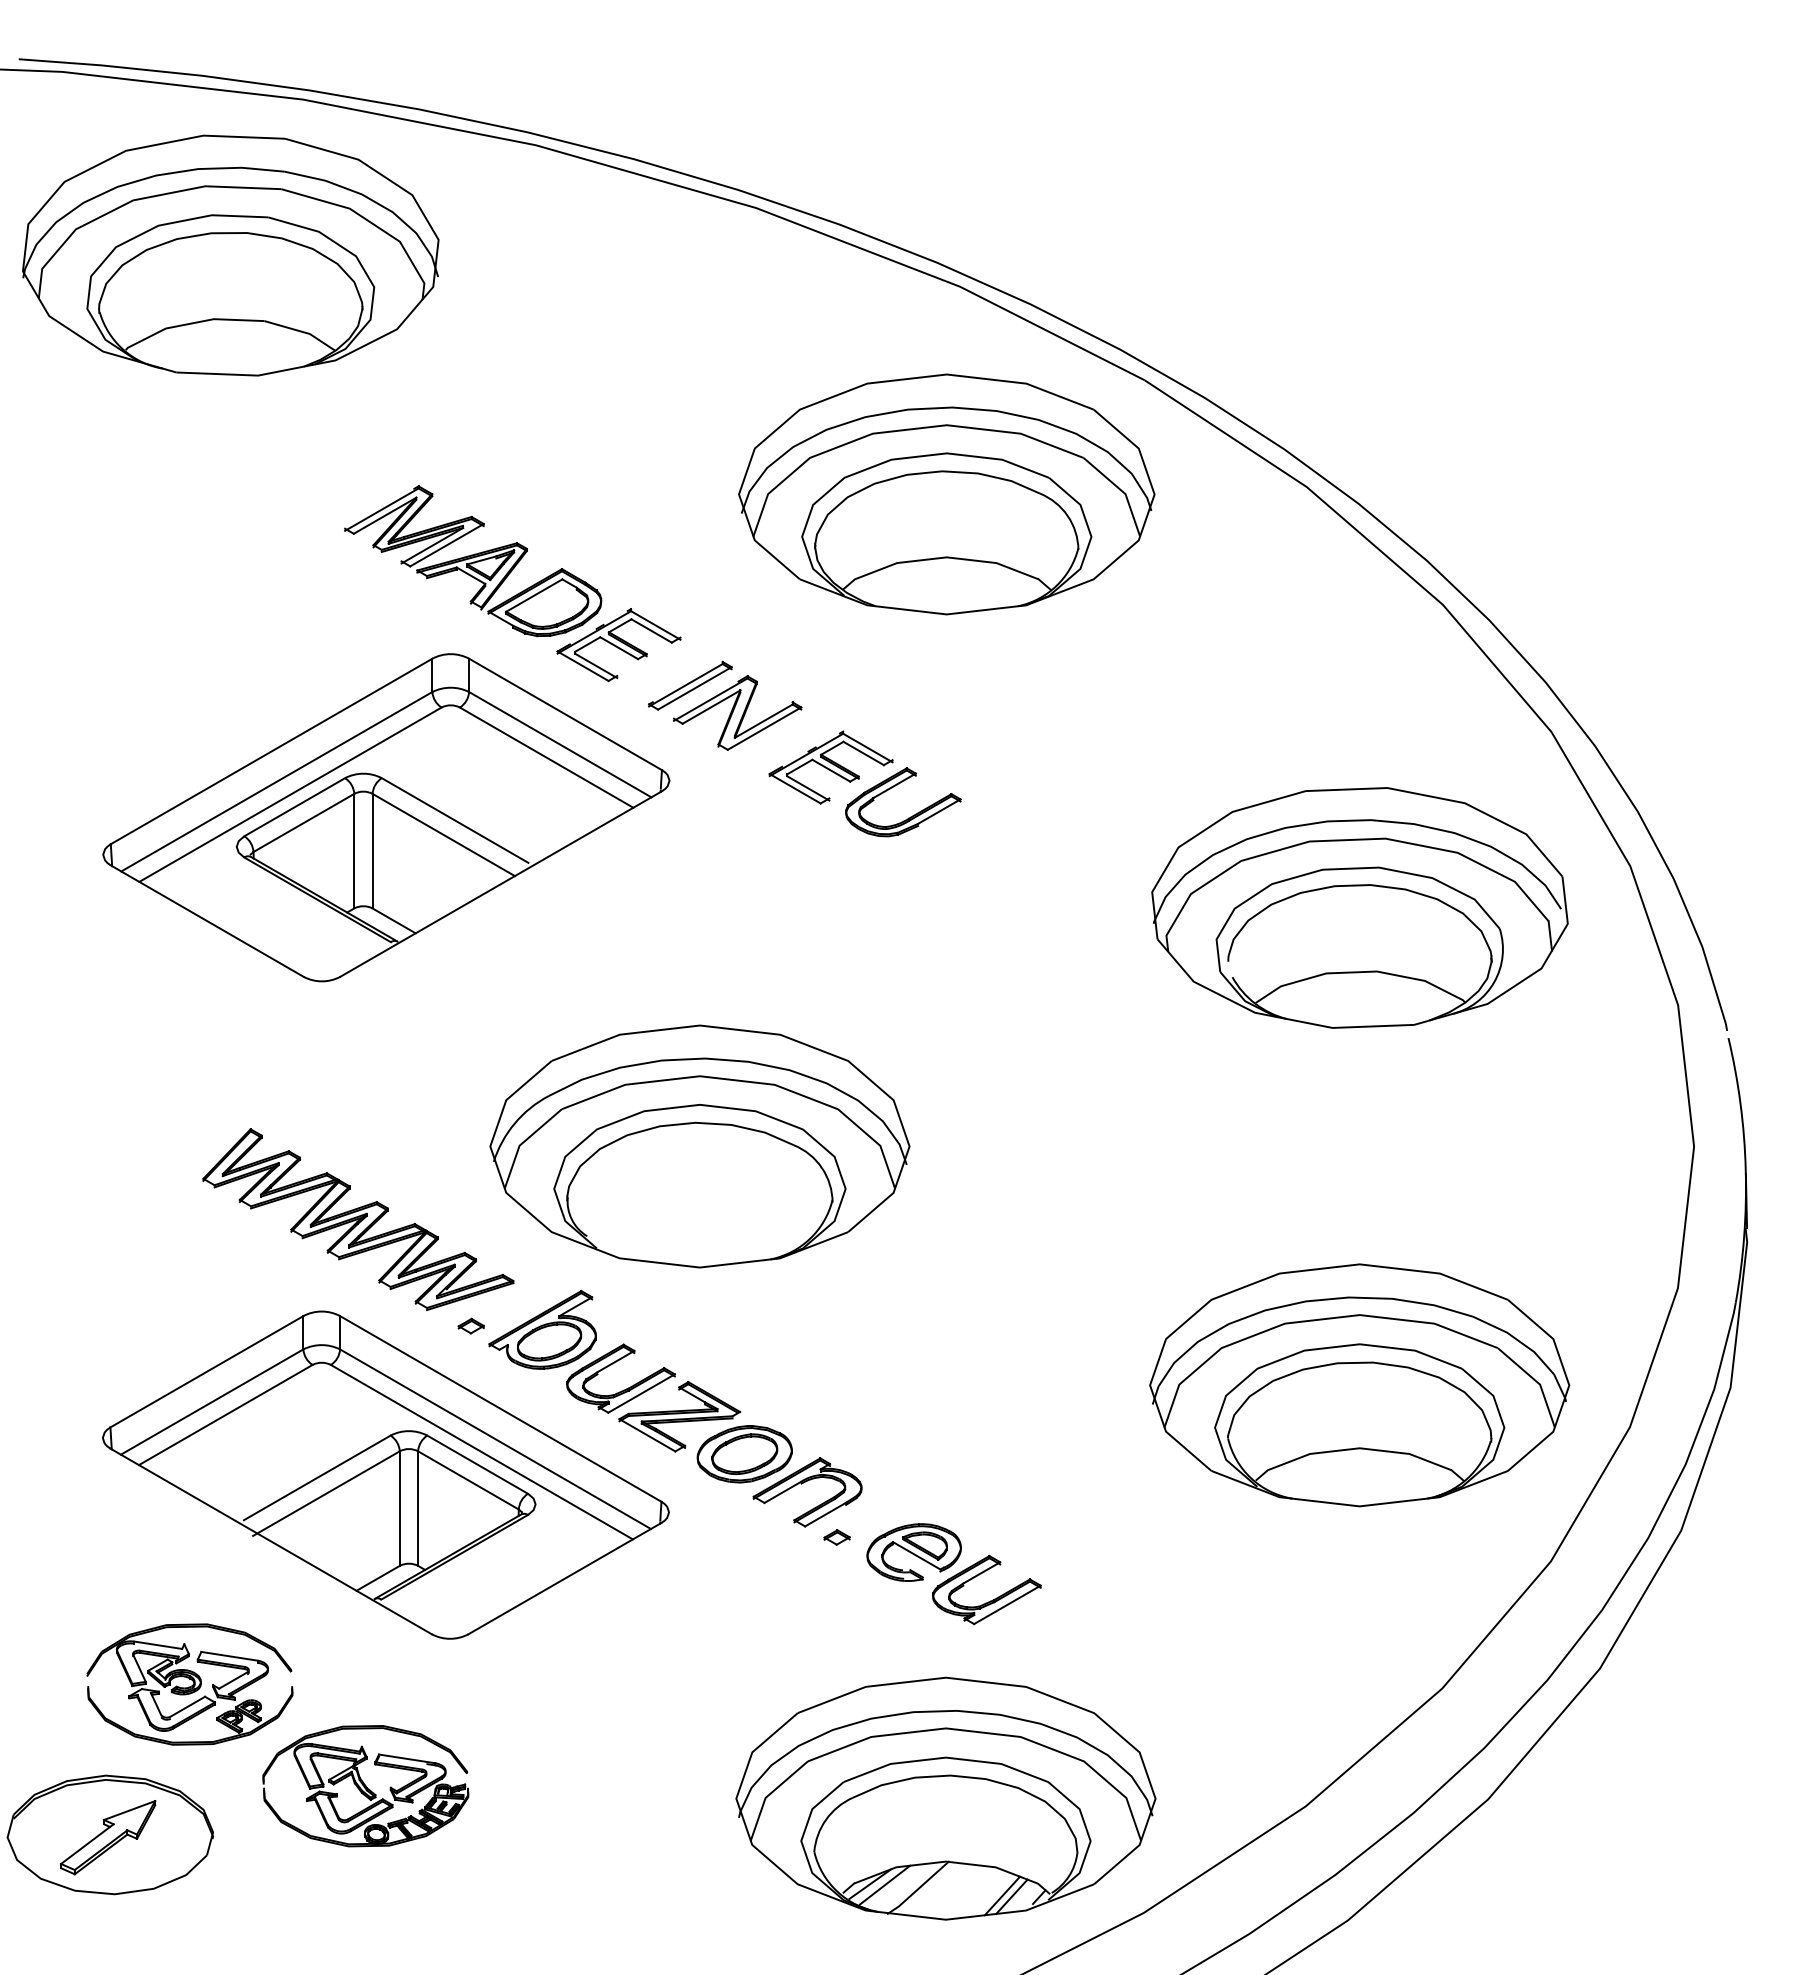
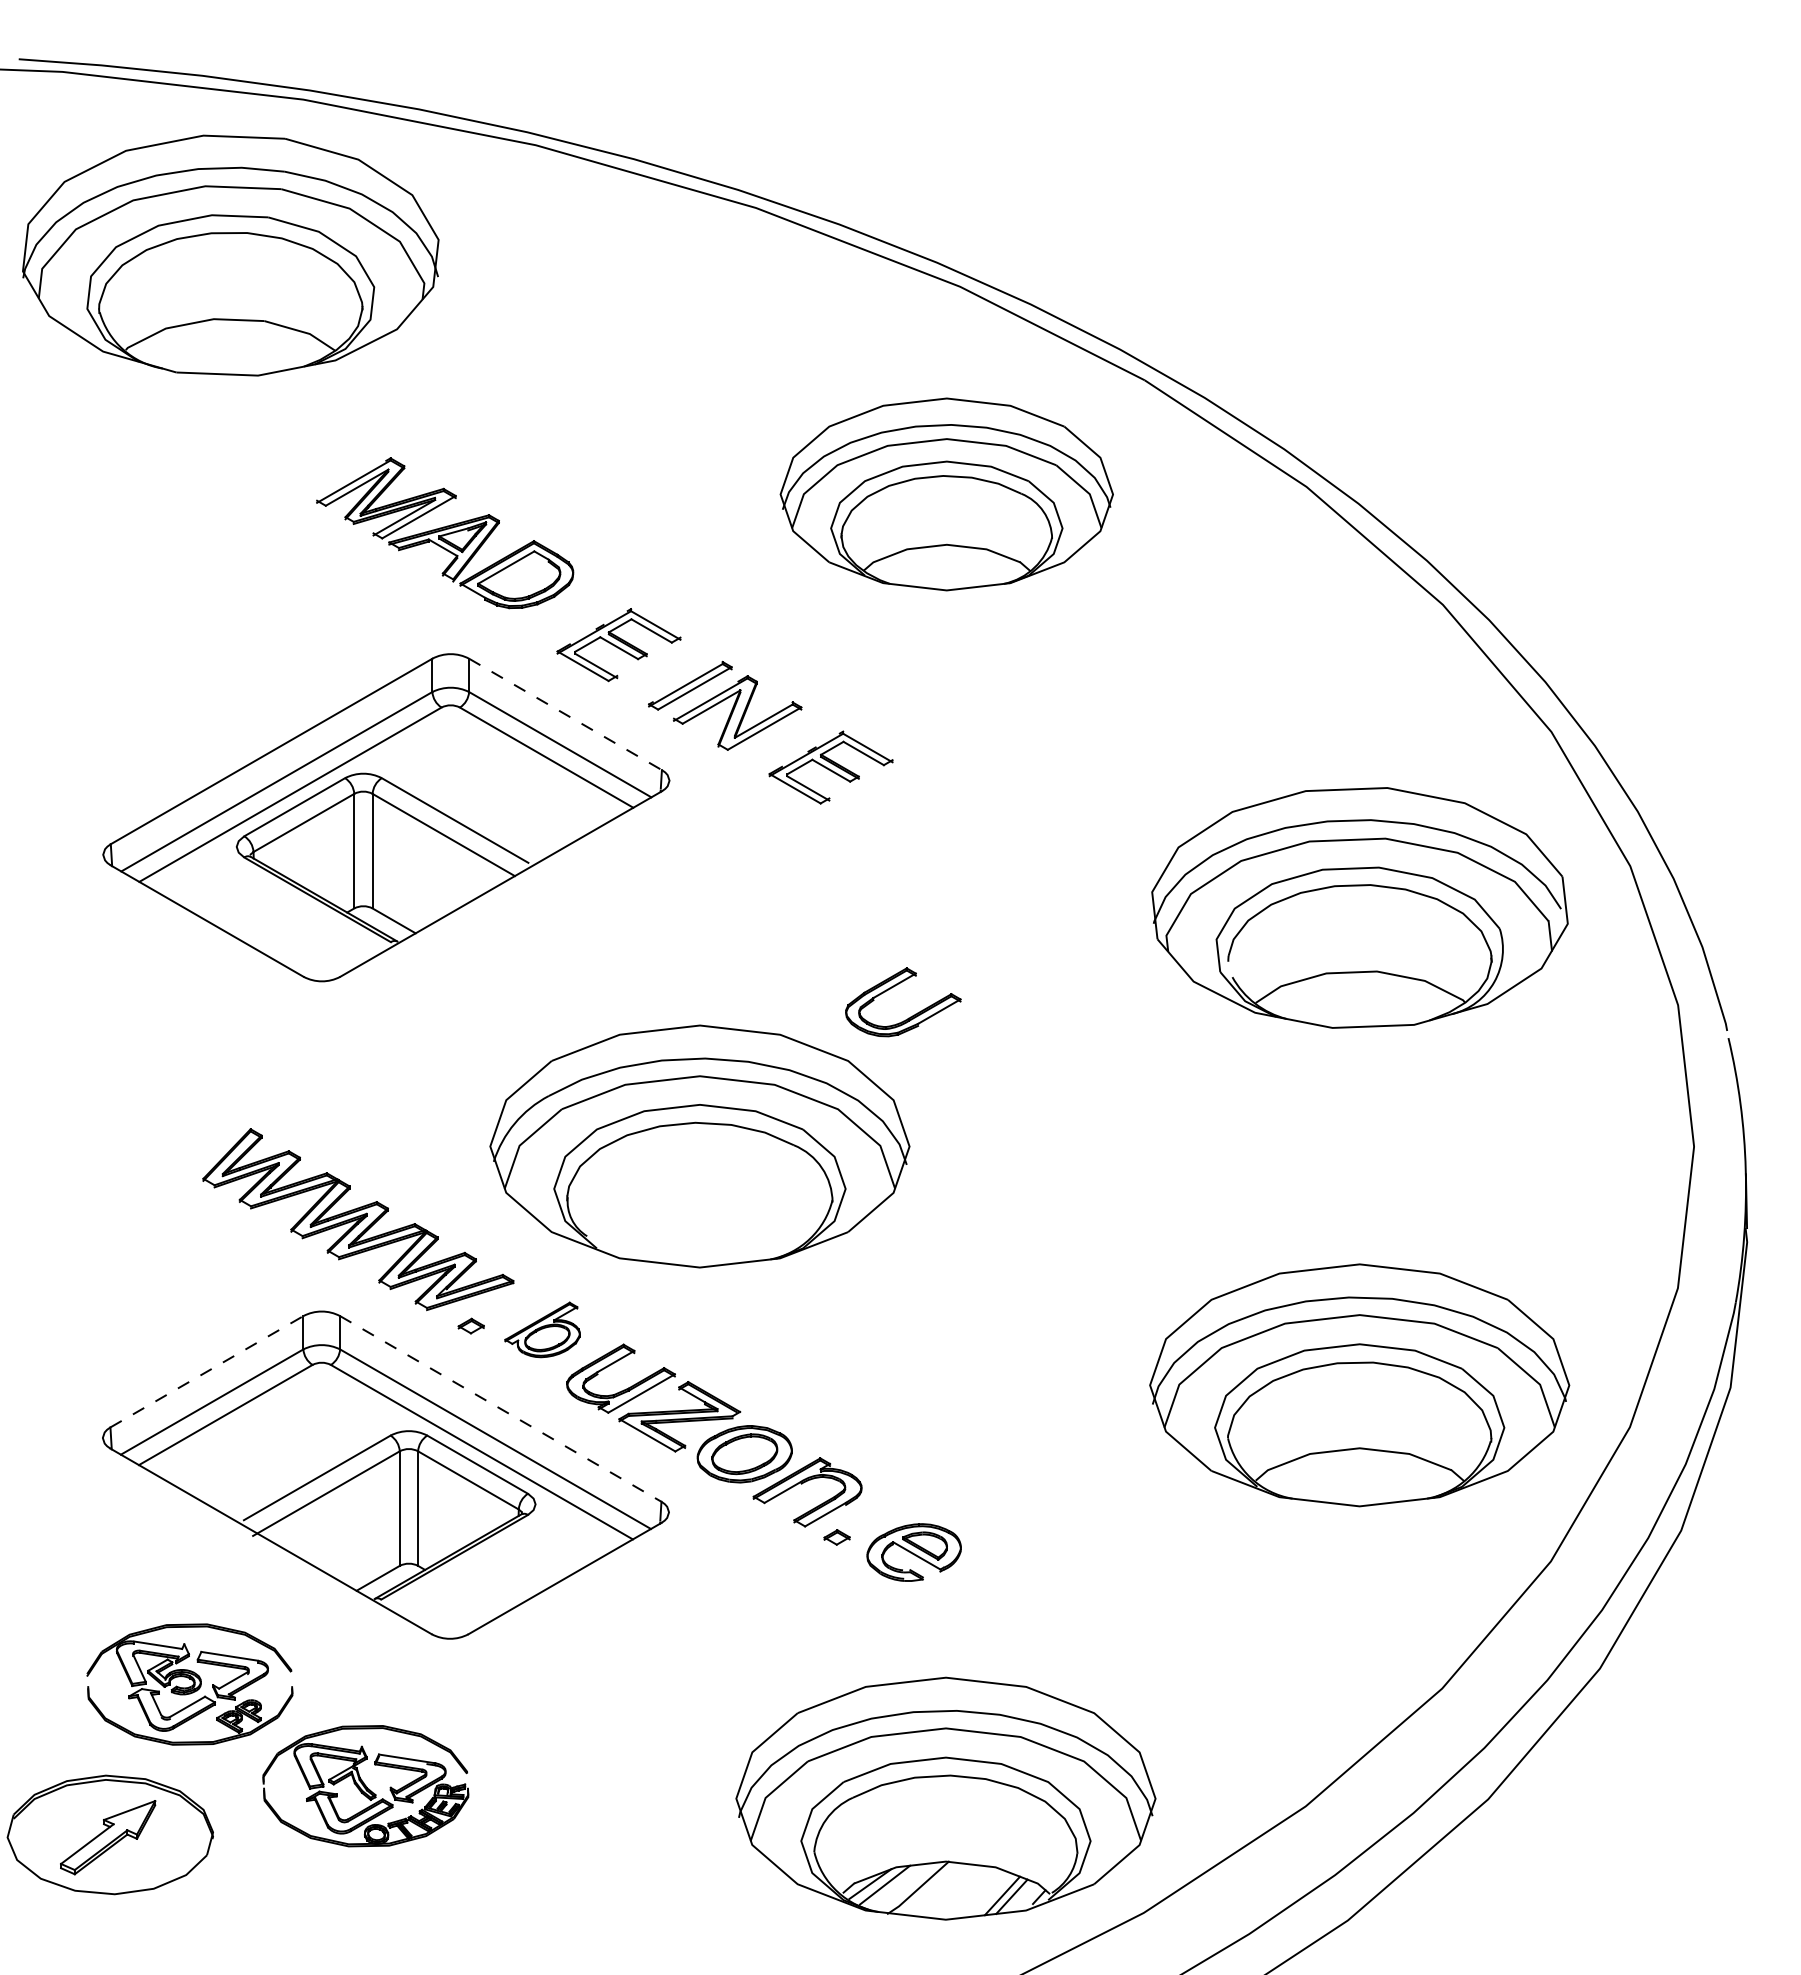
part at (946, 494) size: 418x243 px -> 335x195 px
part at (473, 561) position: (473, 561) -> (445, 533)
line at (565, 714): solid -> dashed
part at (910, 816) position: (910, 816) -> (910, 1016)
part at (542, 1329) size: 109x80 px -> 77x58 px
line at (207, 1371): solid -> dashed
line at (500, 1408): solid -> dashed
part at (992, 1599): present -> none
